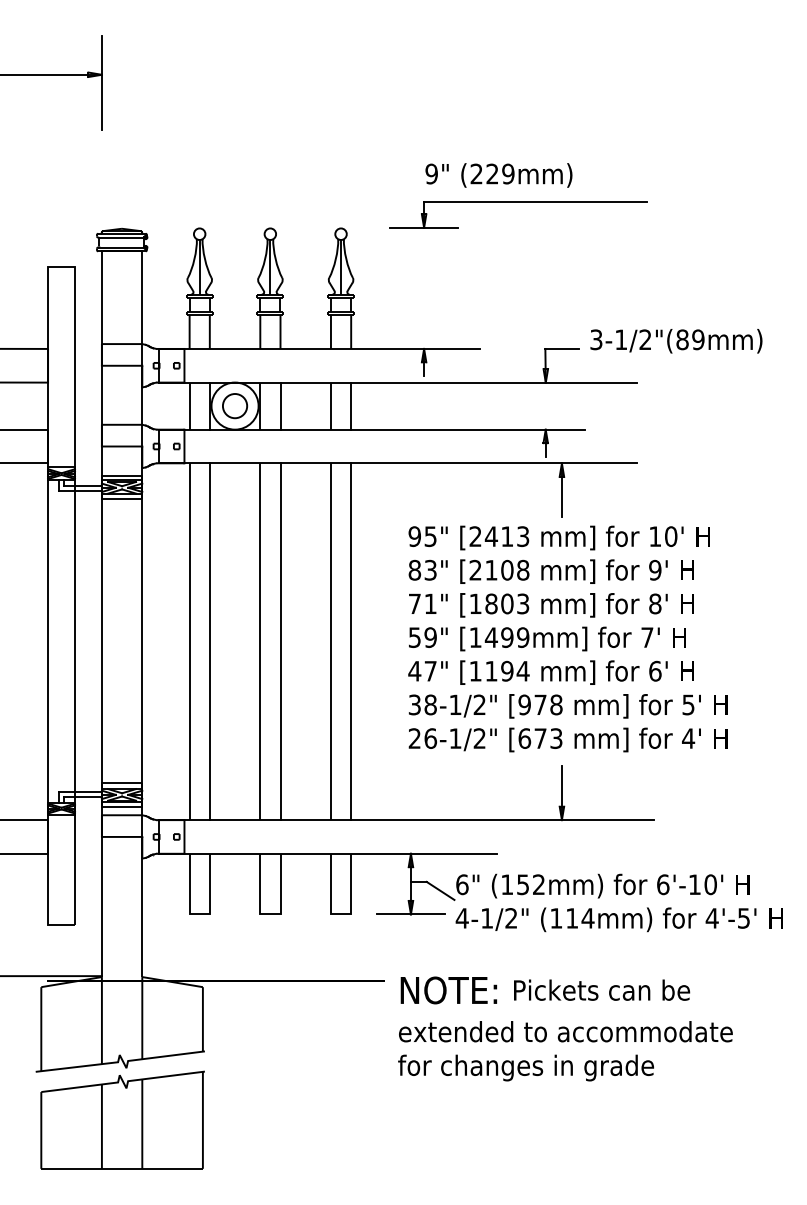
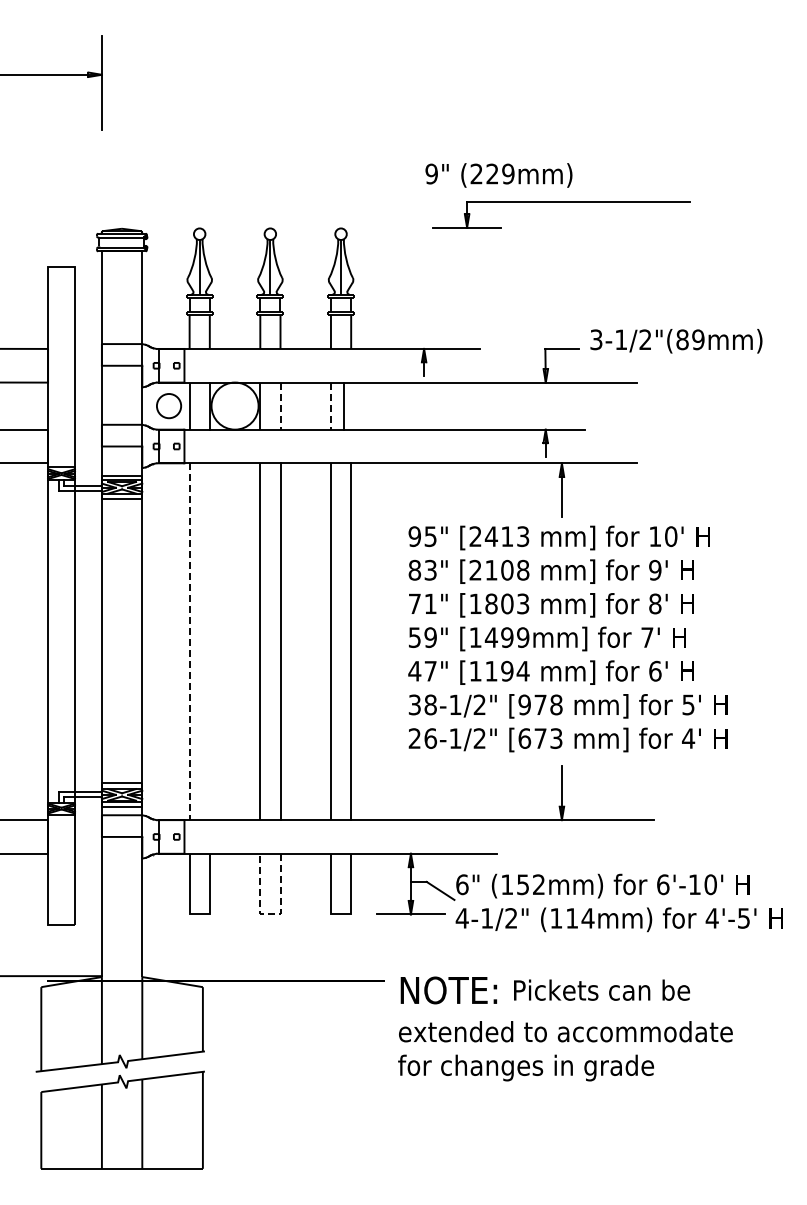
part at (518, 202) position: (518, 202) -> (561, 202)
line at (351, 405) position: (351, 405) -> (344, 405)
circle at (235, 406) position: (235, 406) -> (169, 406)
line at (280, 406): solid -> dashed
line at (330, 406): solid -> dashed
line at (209, 641): present -> none
line at (189, 642): solid -> dashed
line at (269, 914): solid -> dashed
